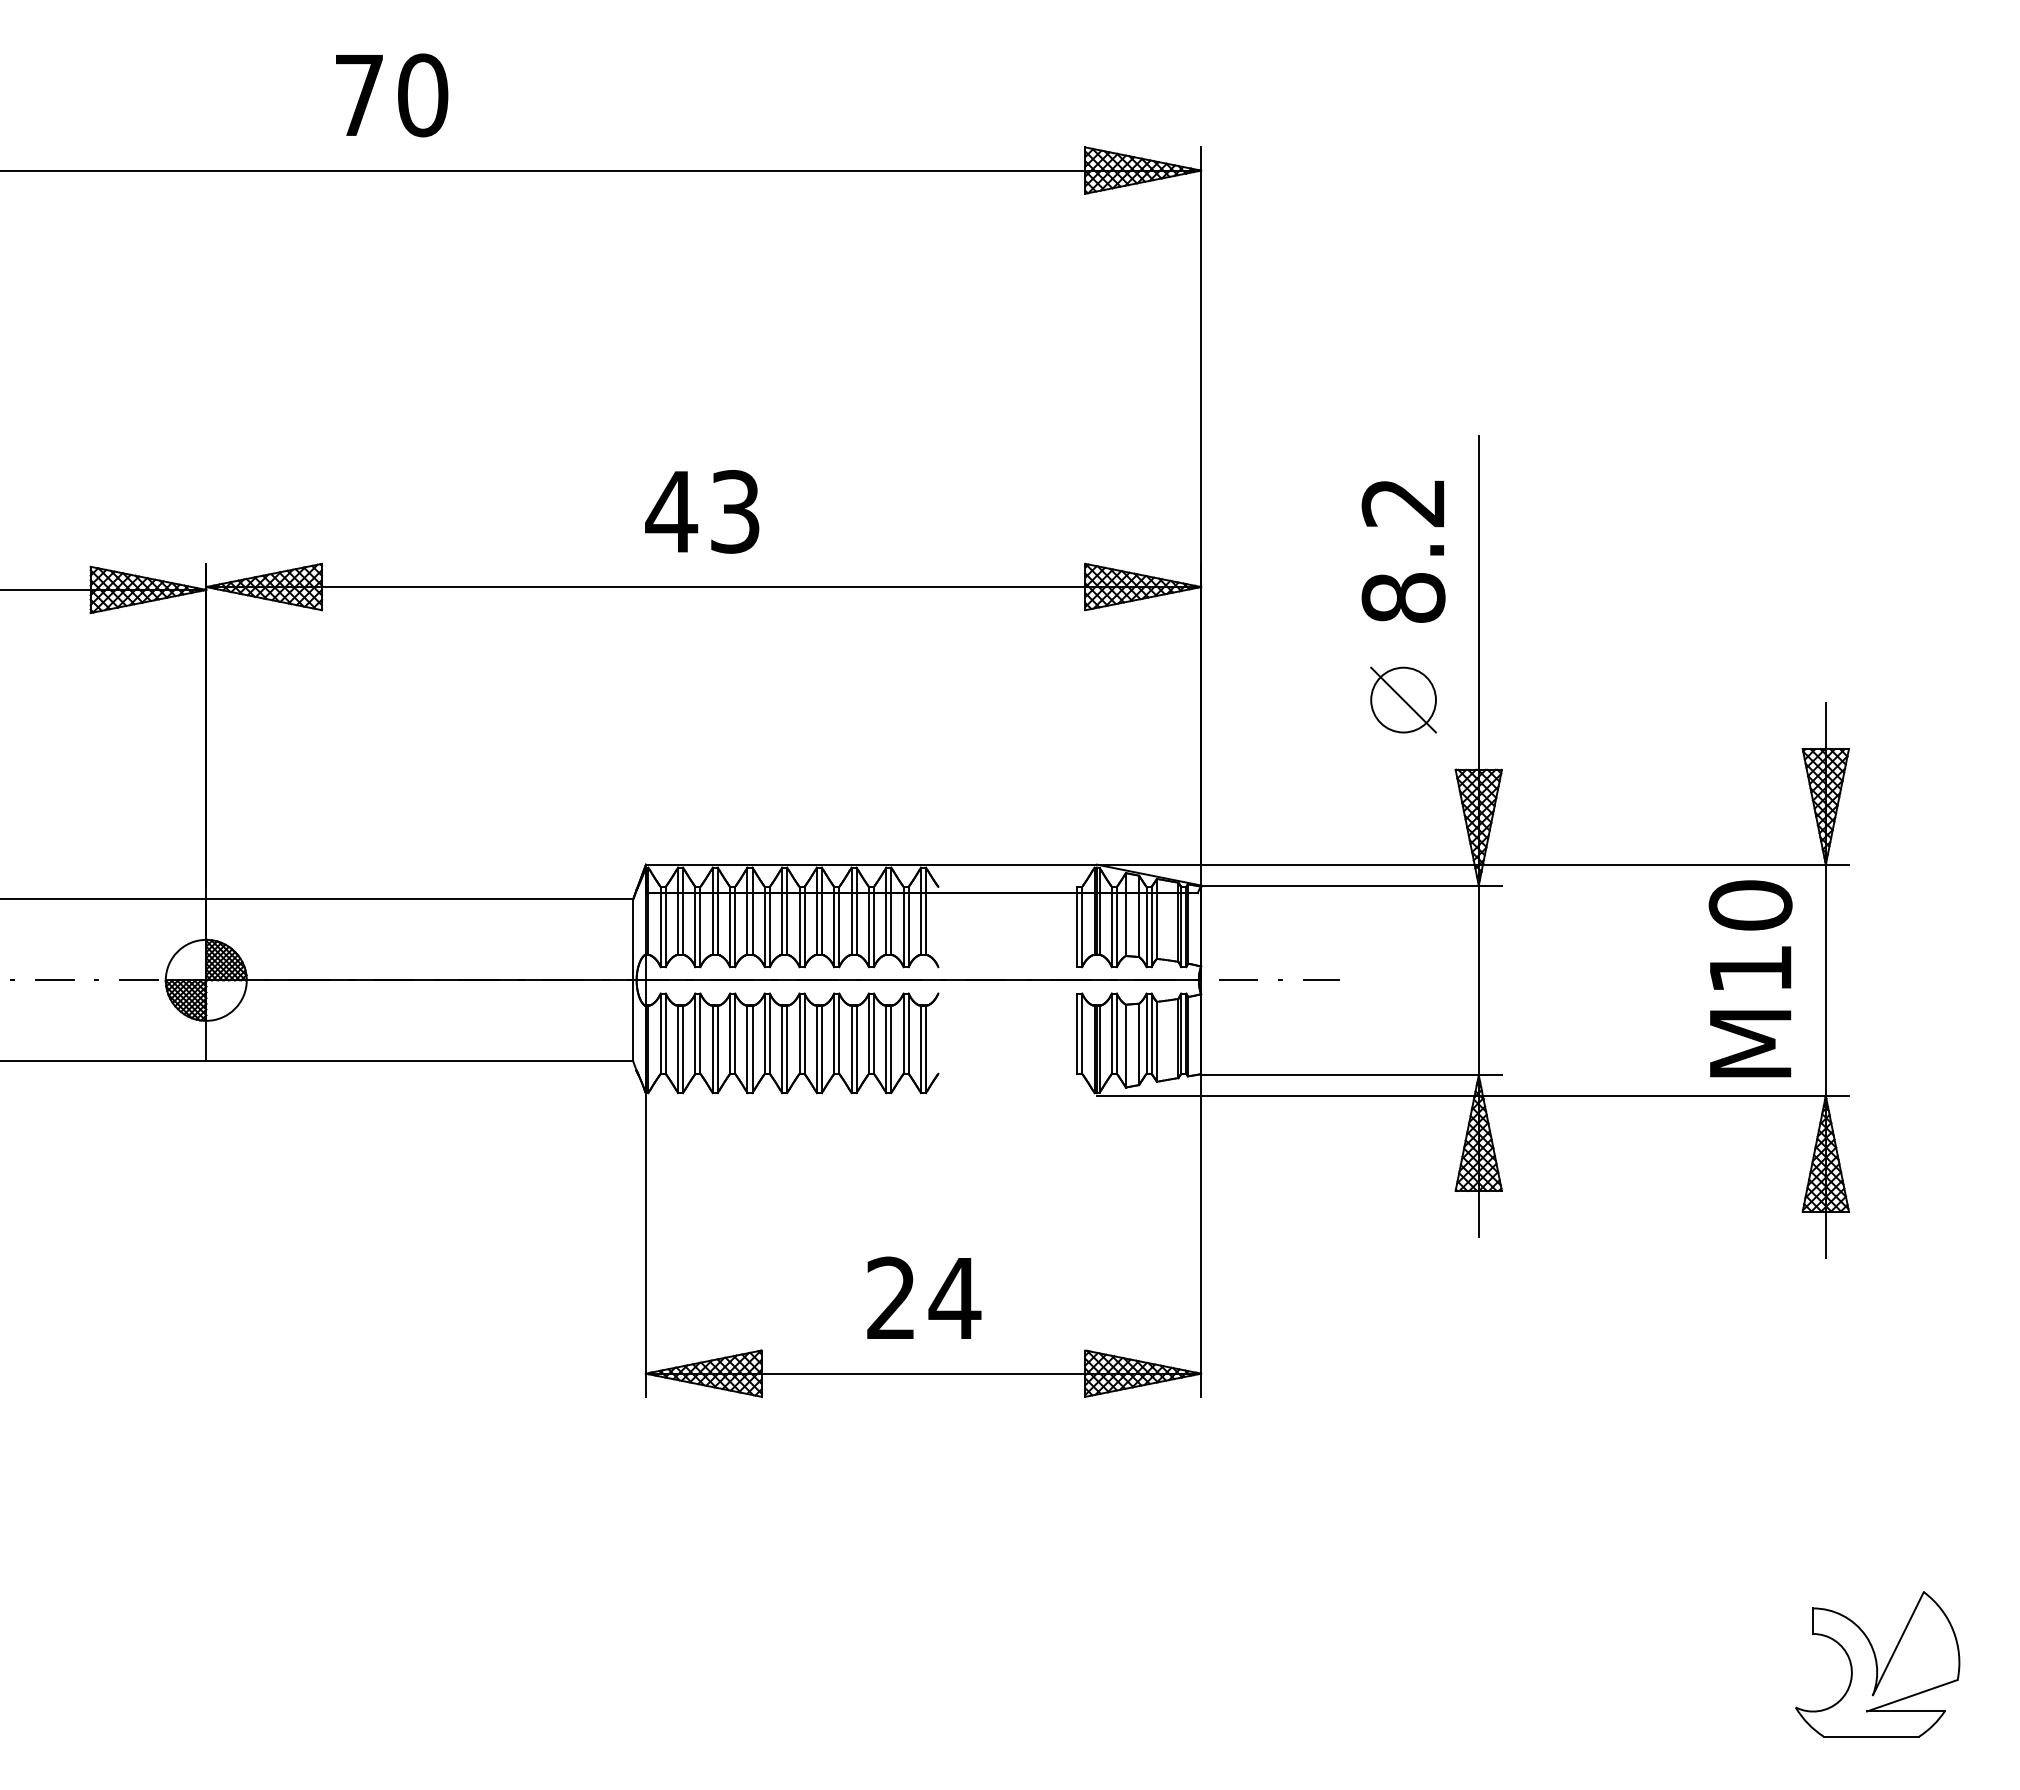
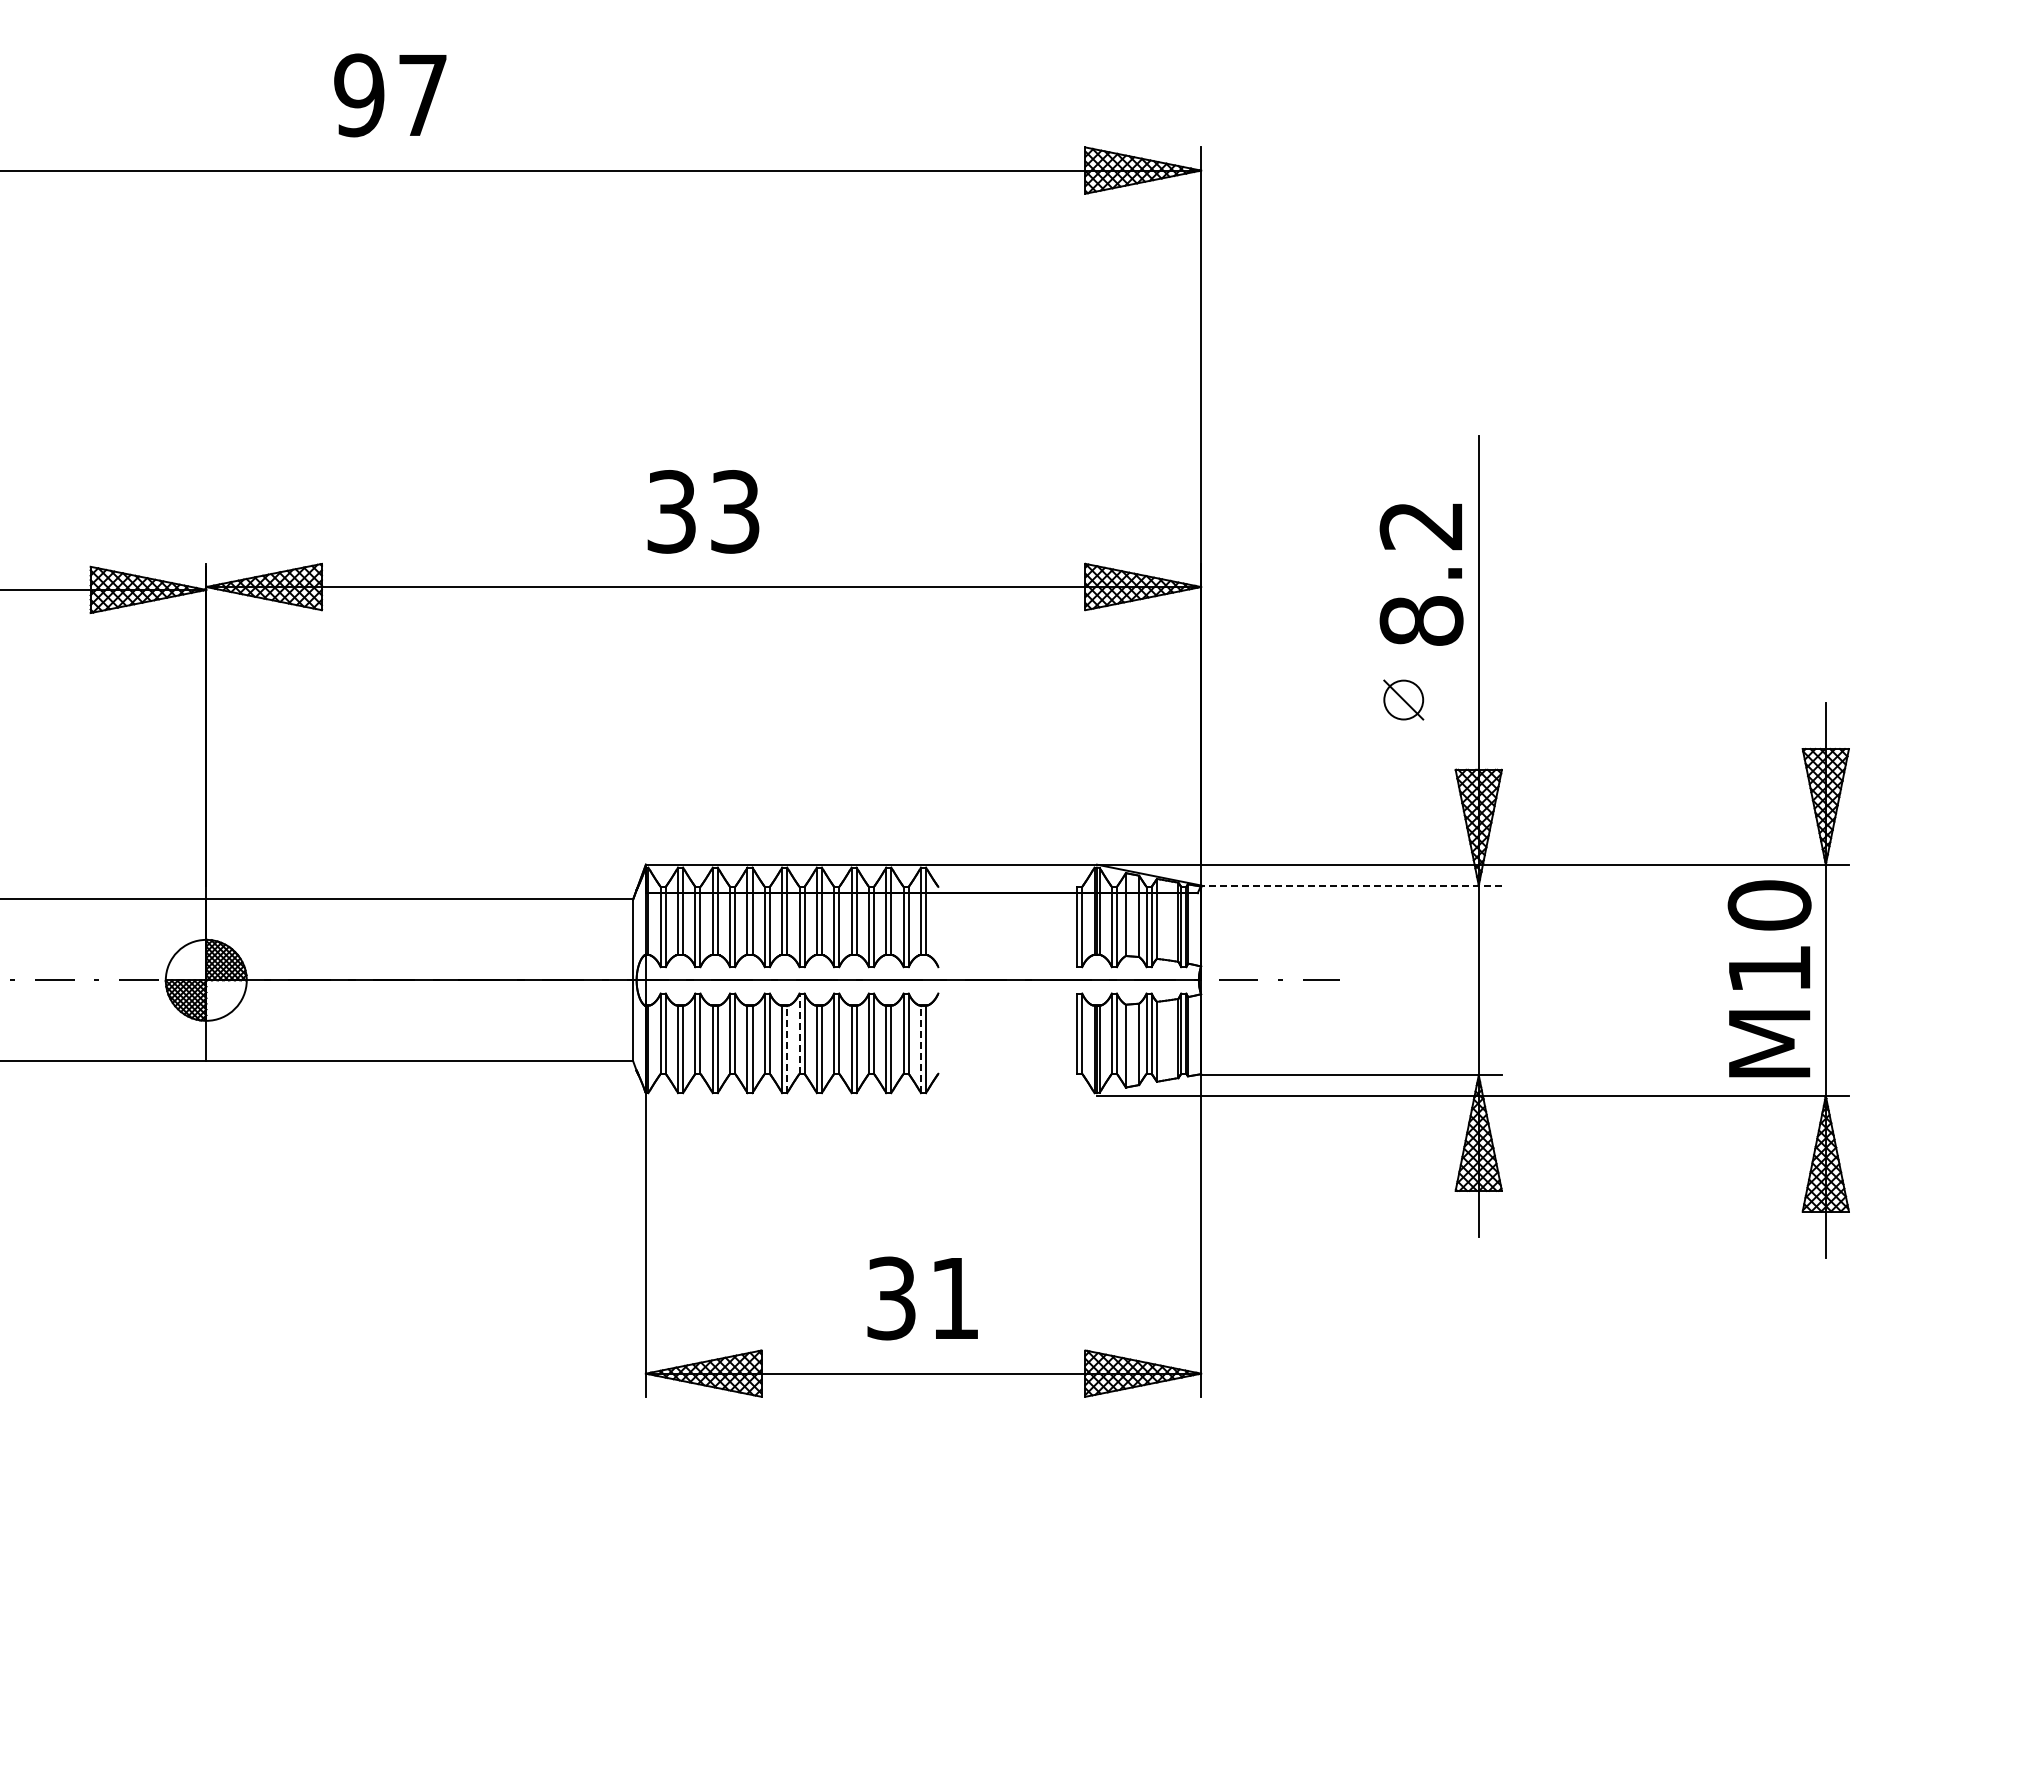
text at (391, 95): 70 -> 97
text at (671, 511): 43 -> 33
text at (1403, 551) position: (1403, 551) -> (1421, 574)
part at (1403, 699) size: 68x68 px -> 42x42 px
line at (1351, 885): solid -> dashed
text at (1750, 978) position: (1750, 978) -> (1769, 978)
line at (799, 1033): solid -> dashed
line at (787, 1049): solid -> dashed
line at (920, 1049): solid -> dashed
text at (924, 1298): 24 -> 31
part at (1877, 1664): present -> none
